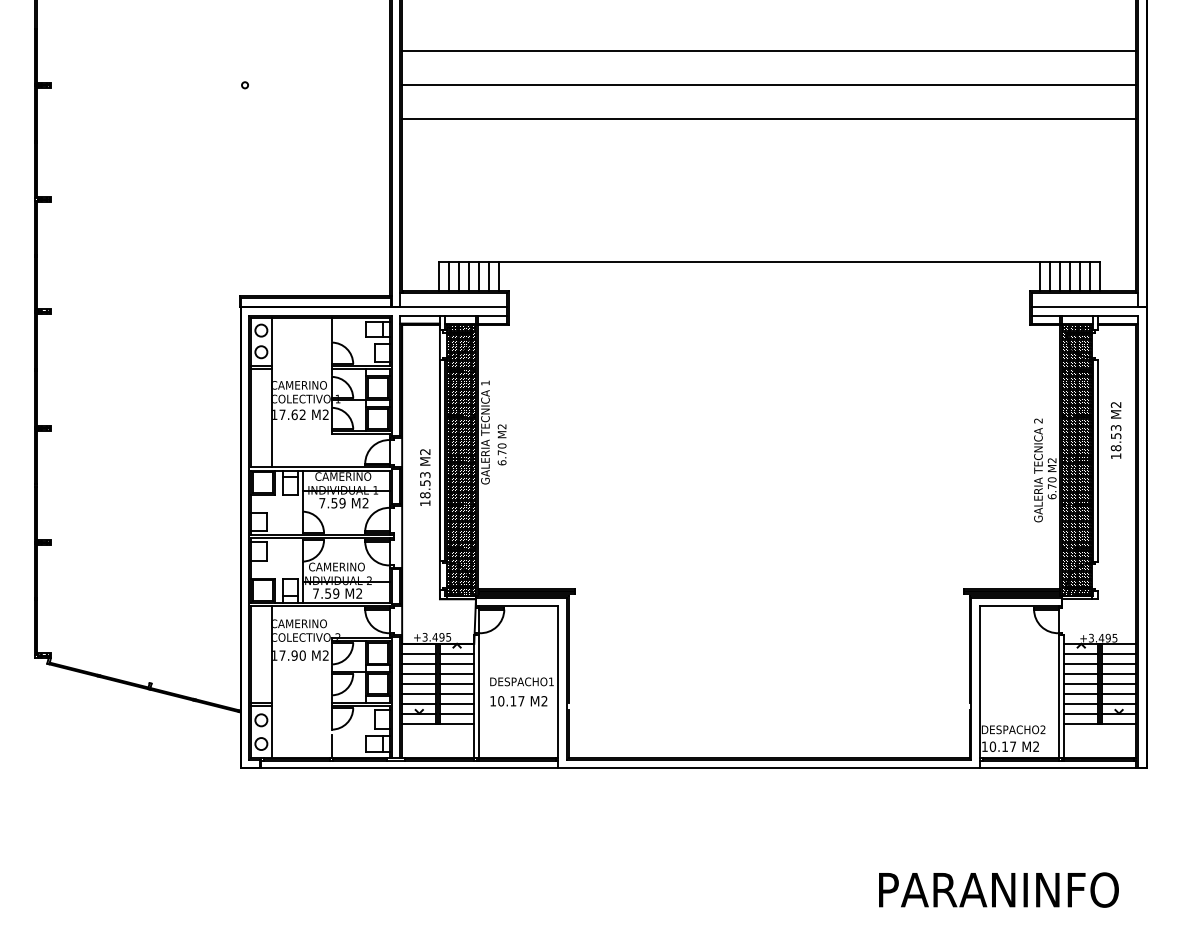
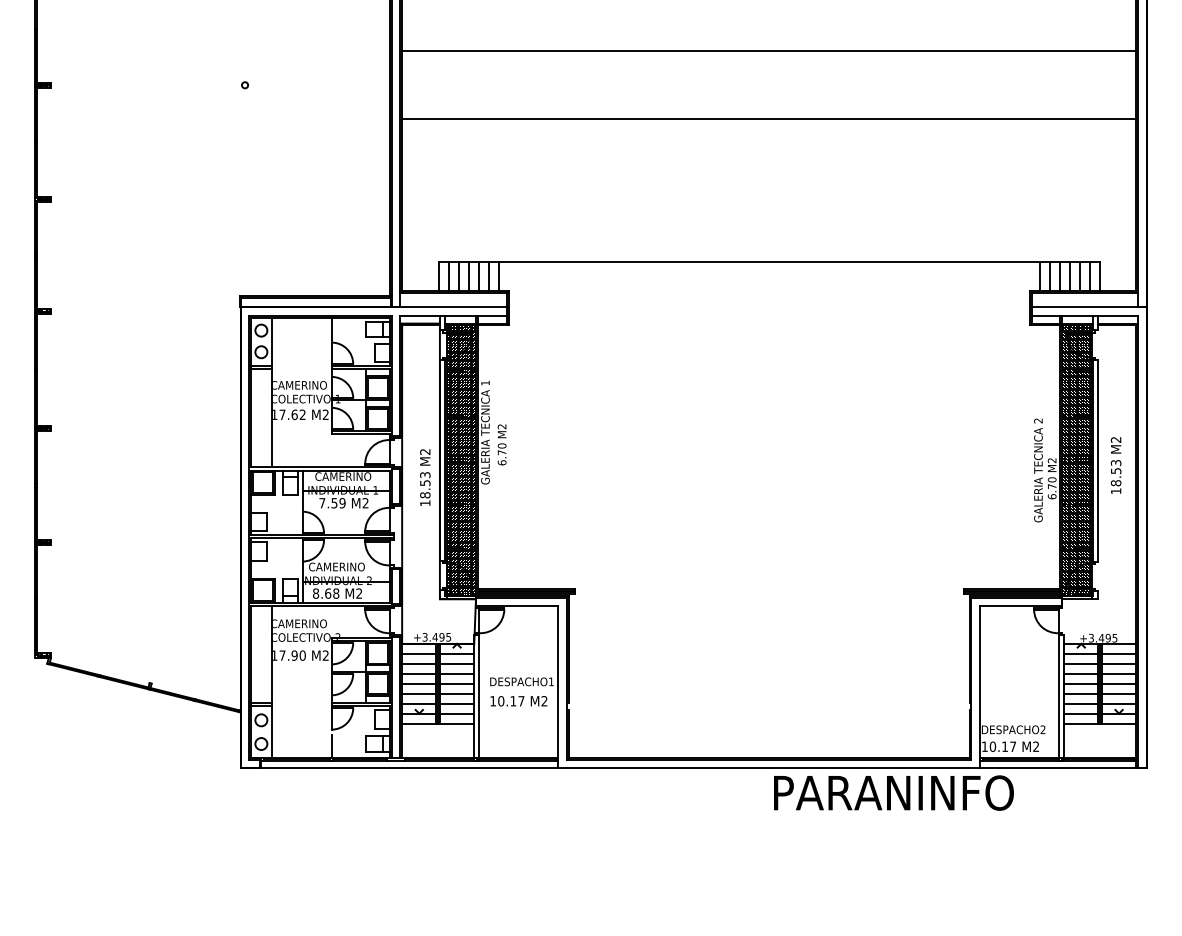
line at (769, 84): present -> none
text at (1115, 430) position: (1115, 430) -> (1115, 465)
text at (326, 593): 7.59 -> 8.68
text at (998, 889) position: (998, 889) -> (893, 792)
